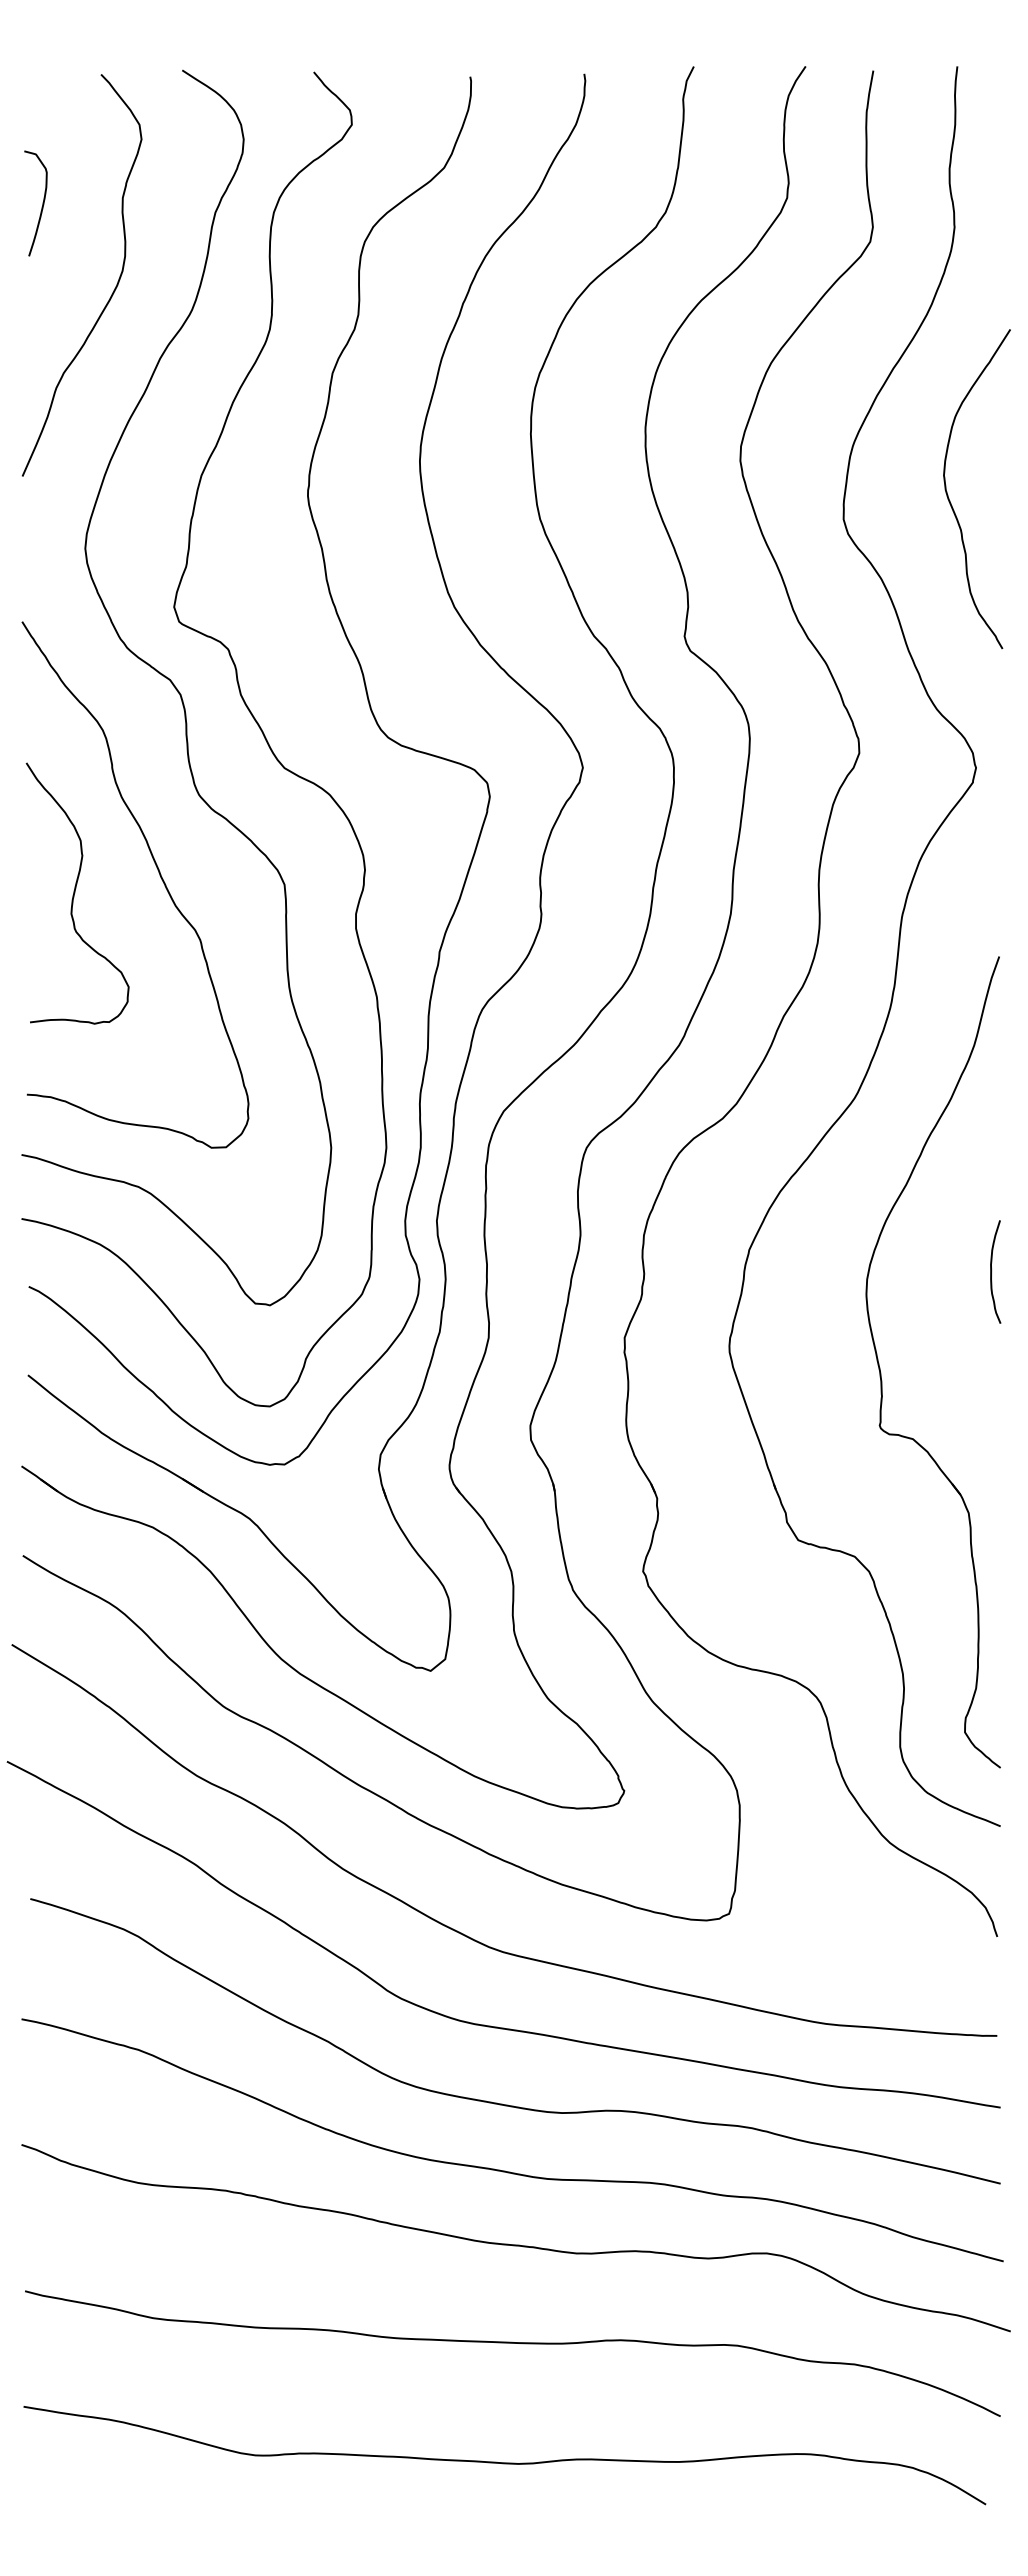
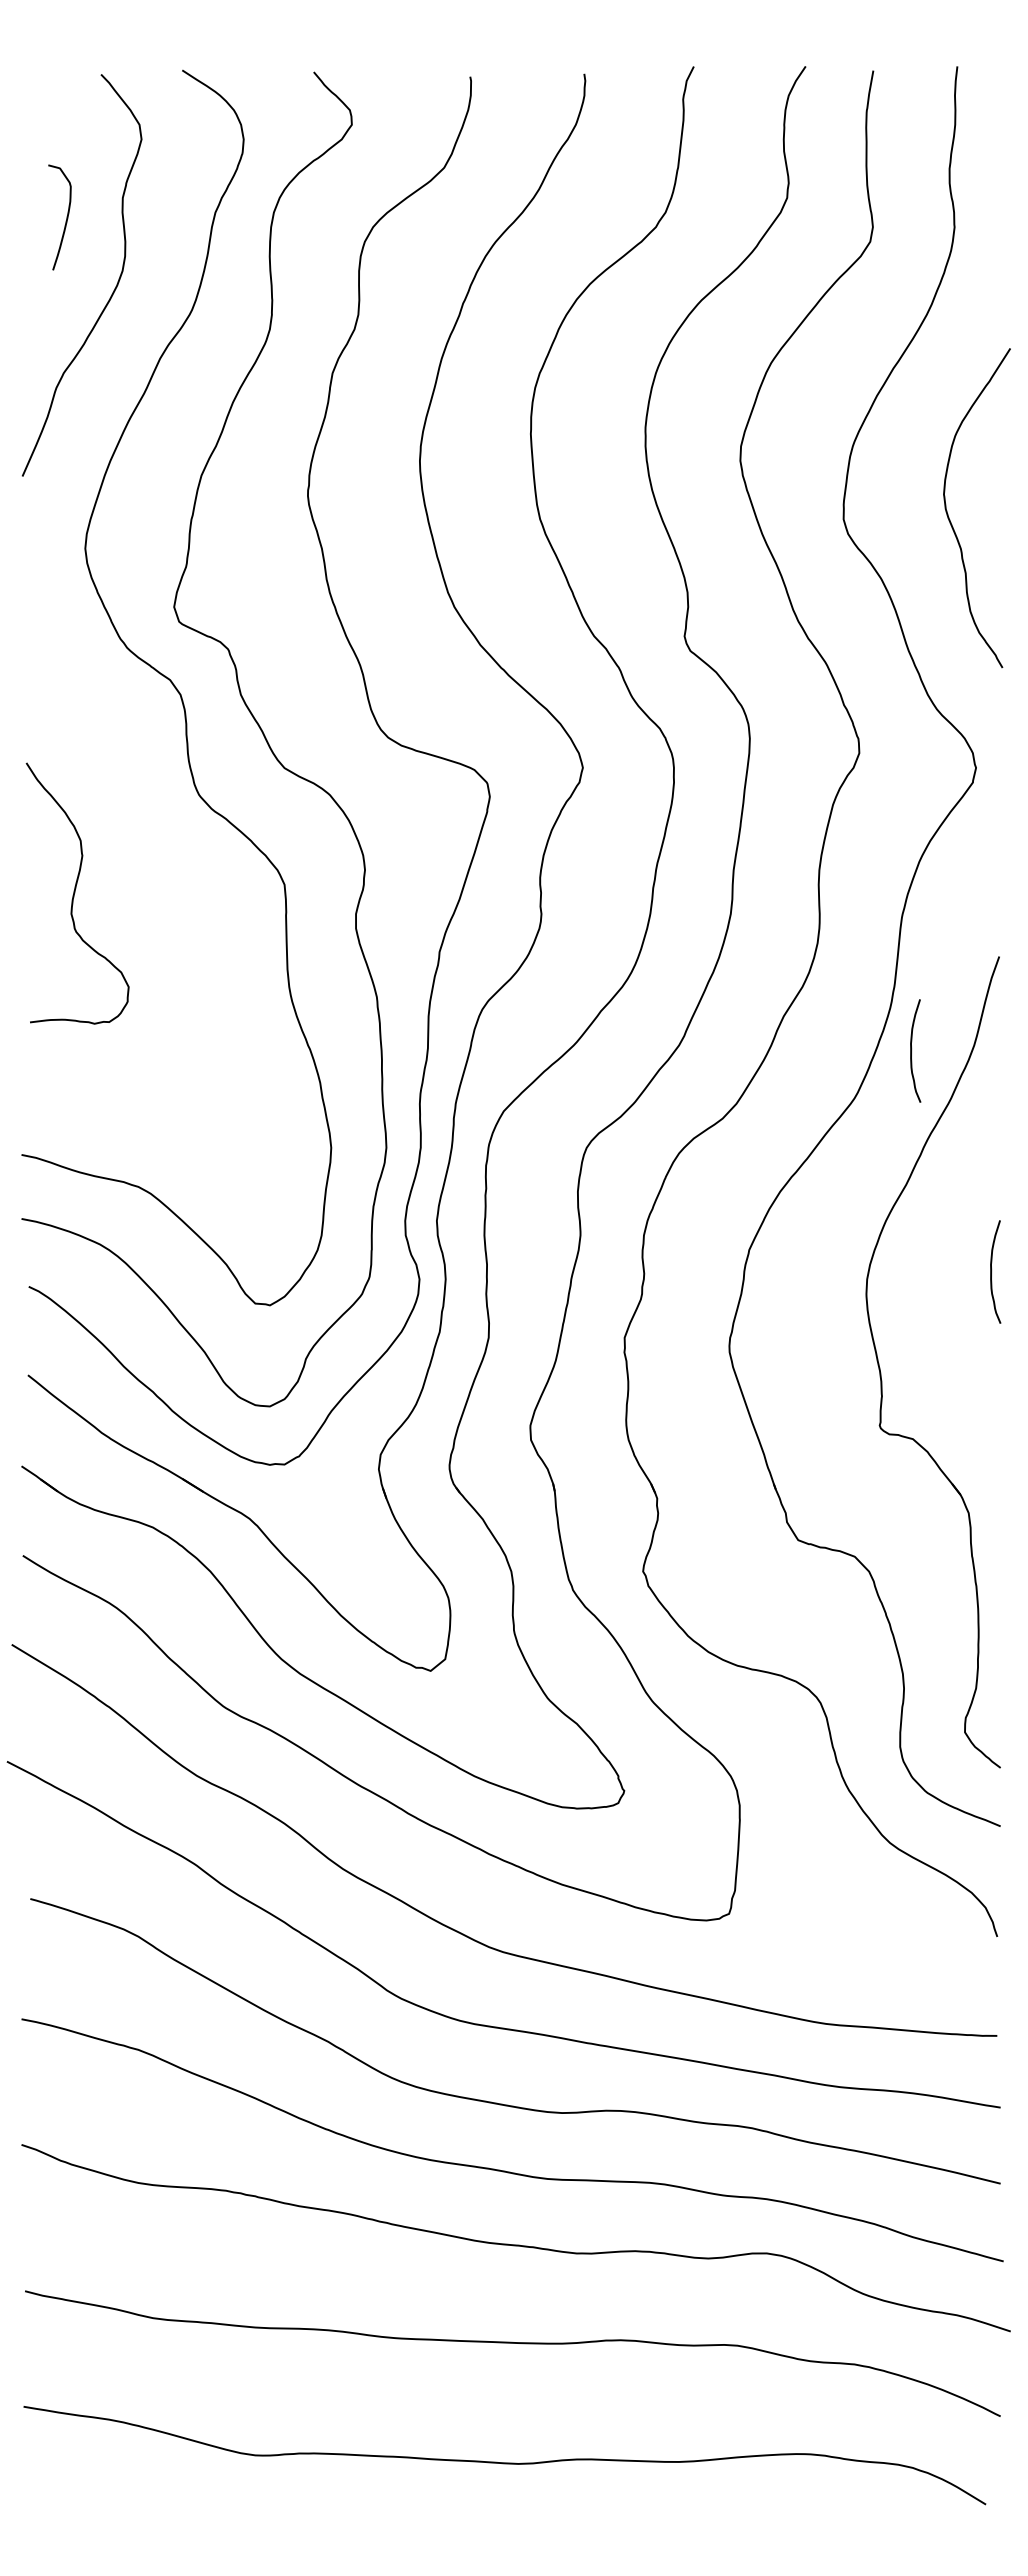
curve at (42, 203) position: (42, 203) -> (66, 217)
curve at (950, 500) position: (950, 500) -> (950, 519)
curve at (159, 875): present -> none
curve at (912, 1050): none -> present
